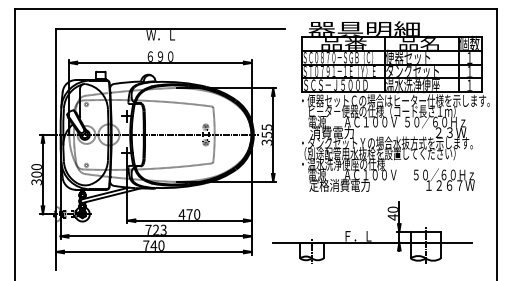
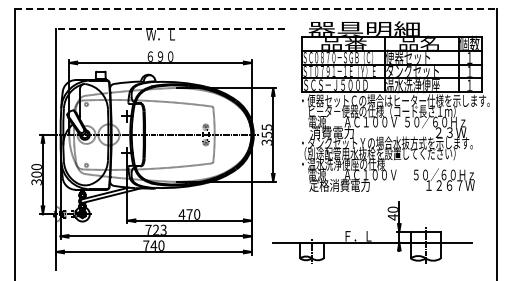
line at (256, 8): solid -> dashed
line at (170, 29): solid -> dashed
